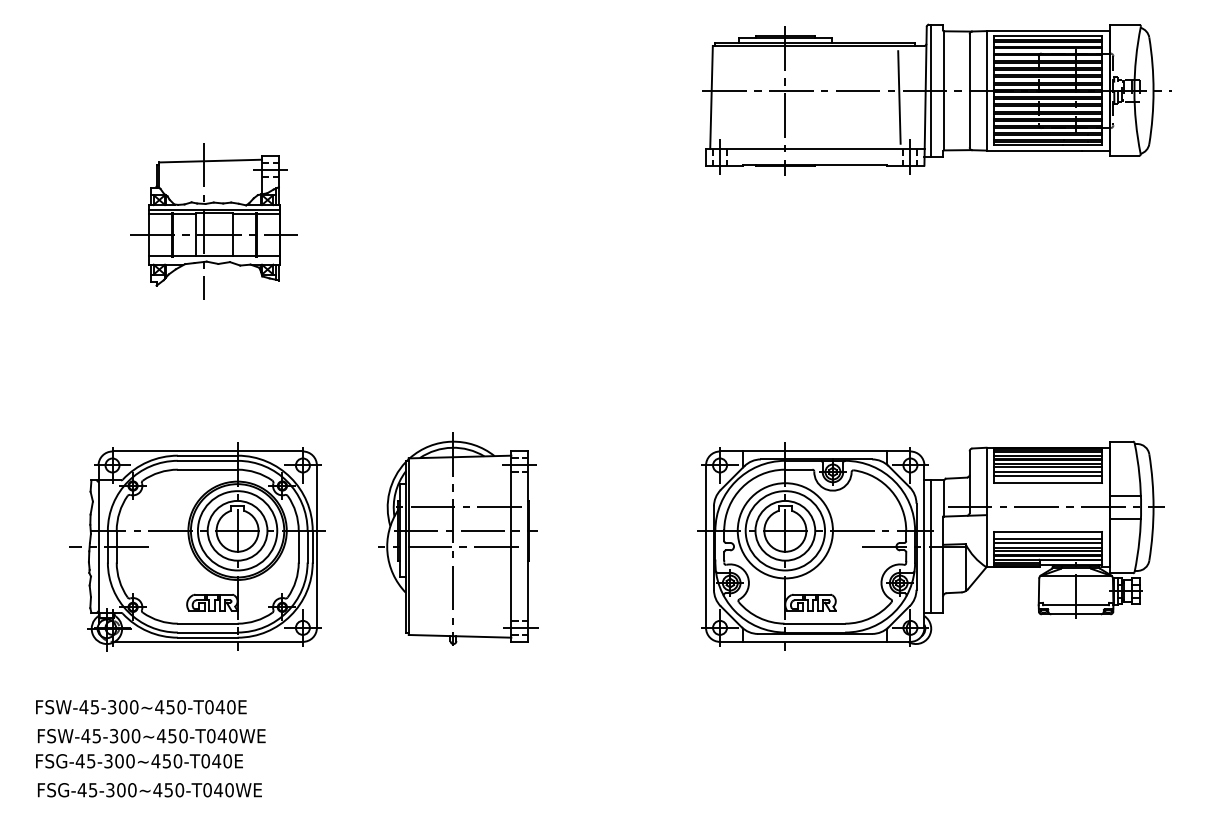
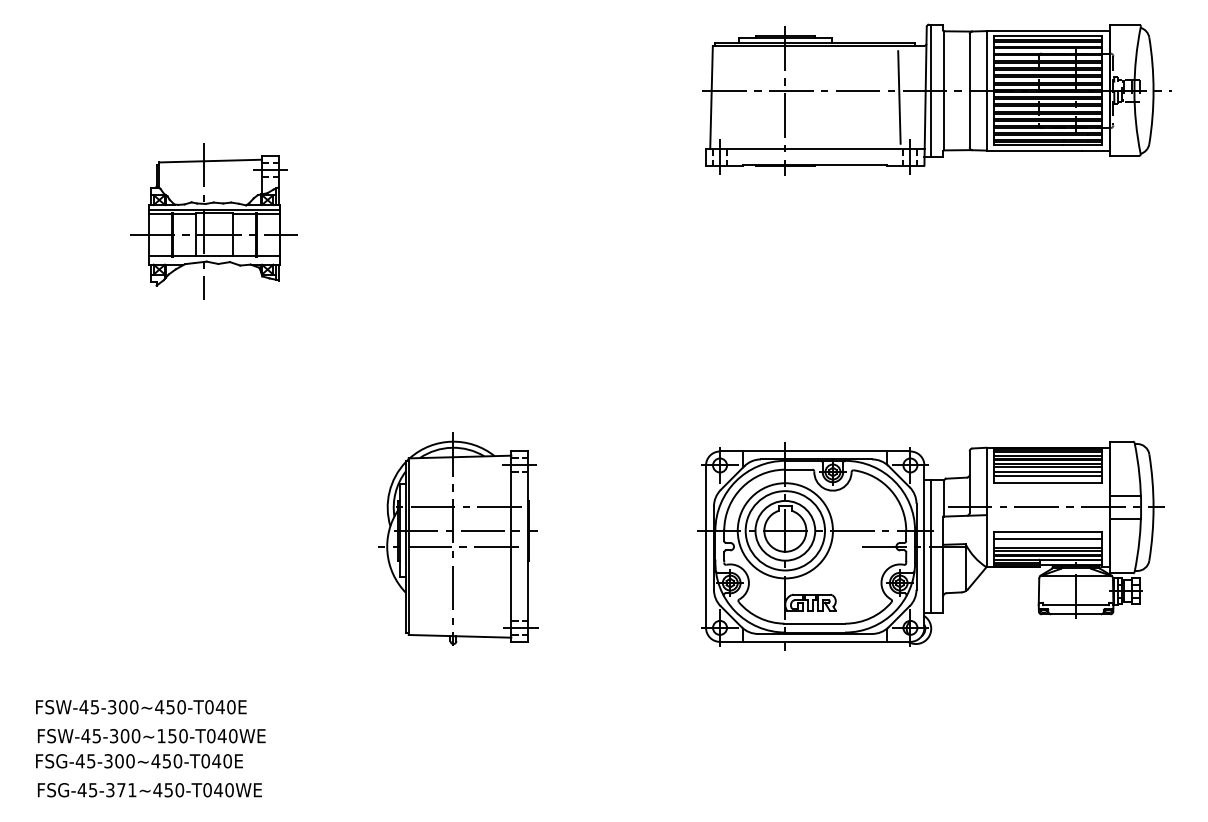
line at (1047, 543): present -> none
part at (197, 546): present -> none
text at (161, 736): FSW-45-300~450-T040WE -> FSW-45-300~150-T040WE
text at (126, 790): FSG-45-300~450-T040WE -> FSG-45-371~450-T040WE
